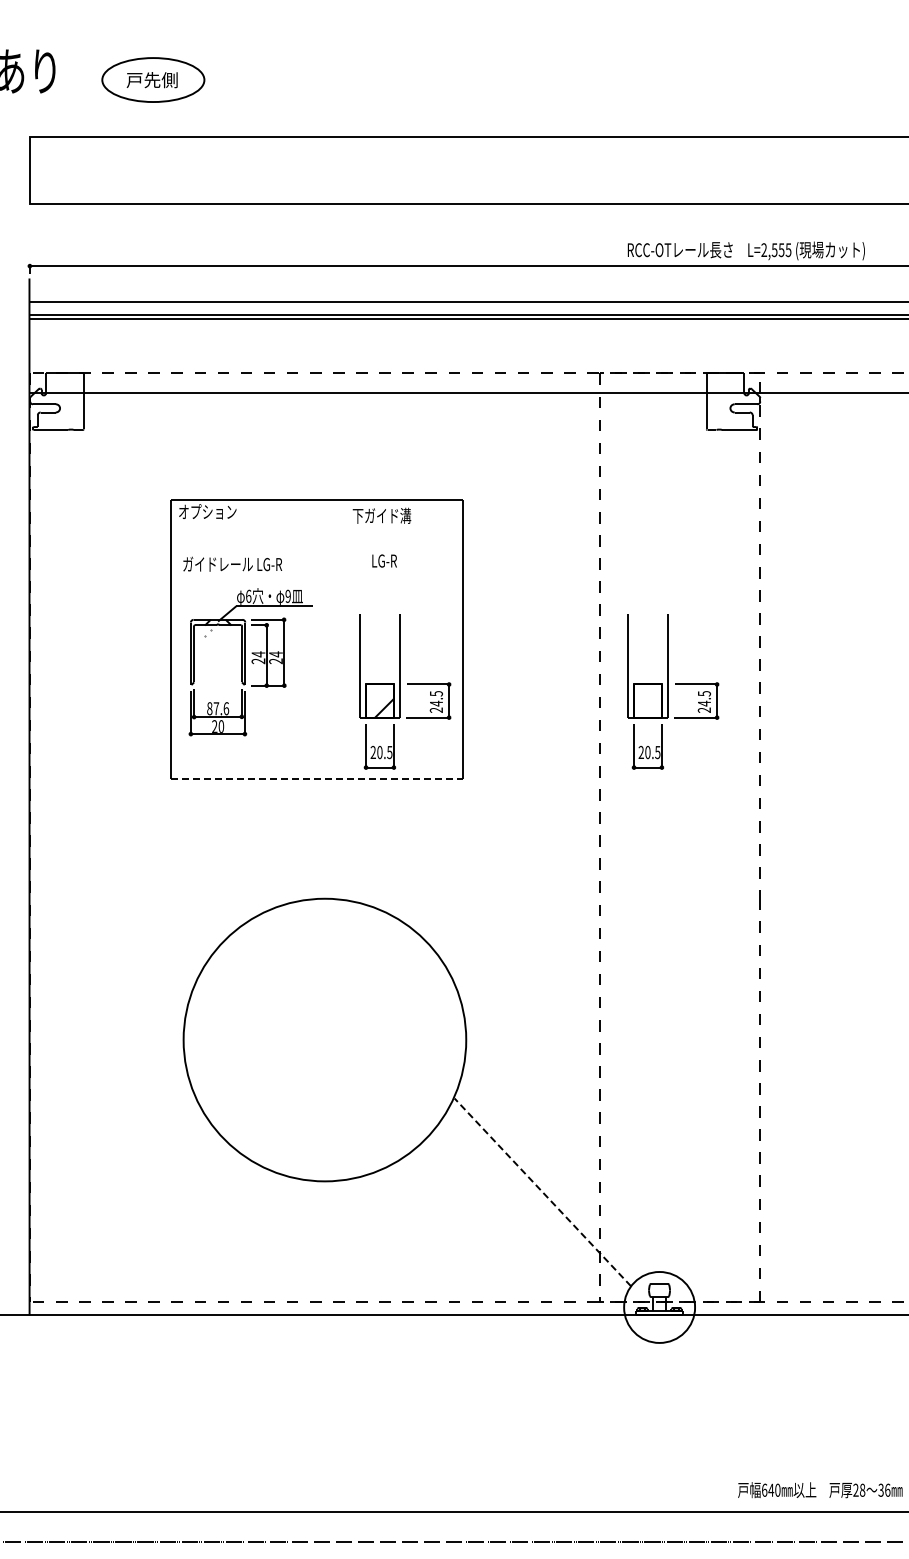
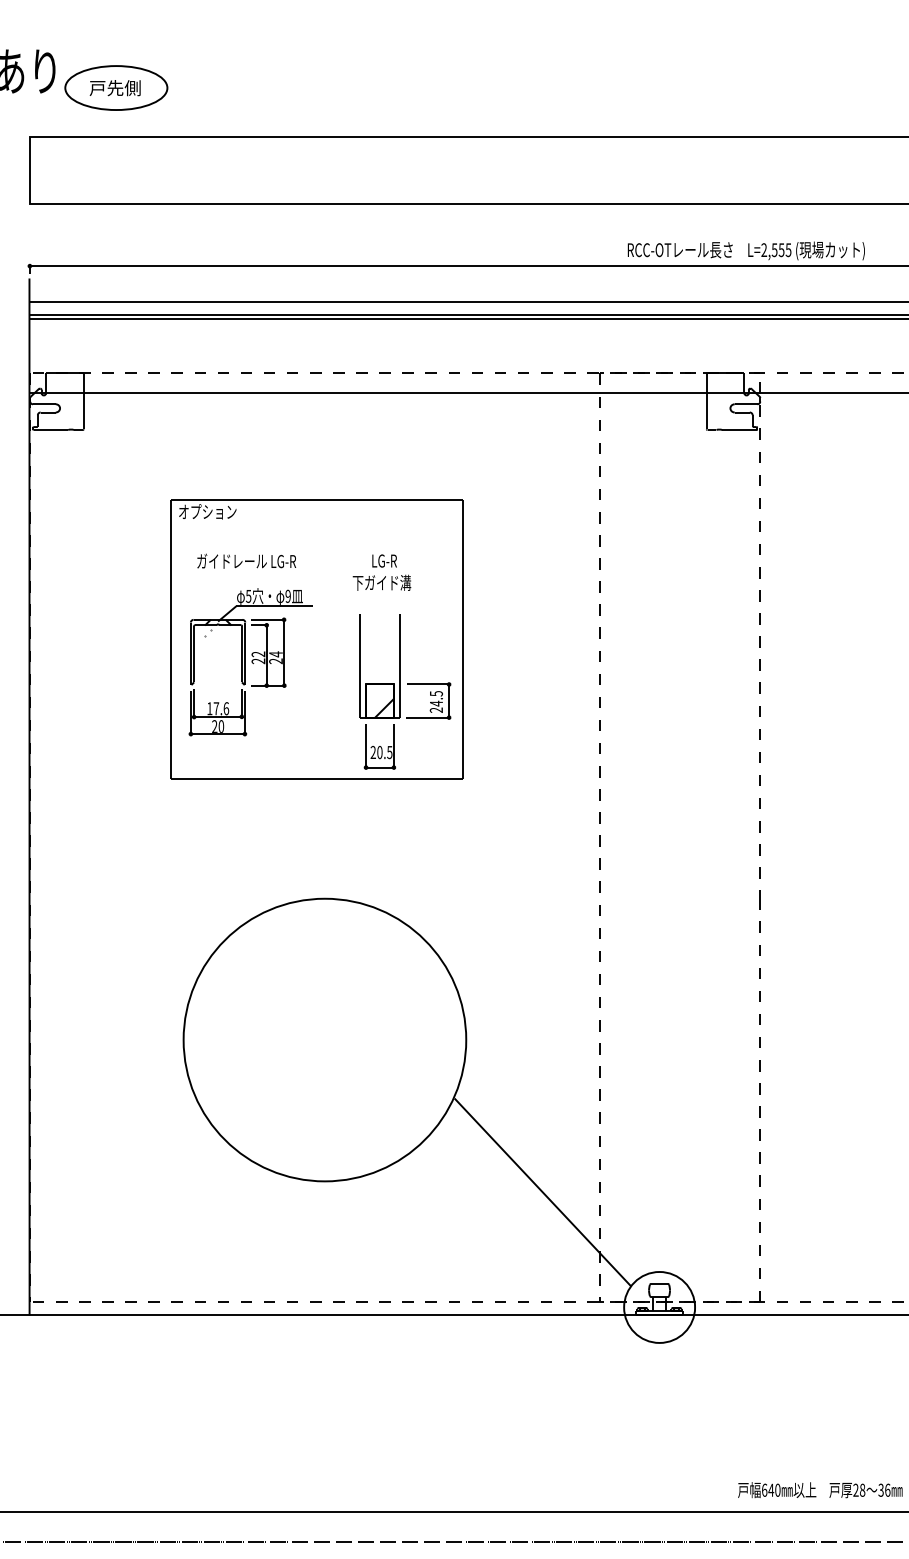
part at (153, 79) position: (153, 79) -> (116, 87)
text at (381, 515) position: (381, 515) -> (381, 582)
text at (232, 563) position: (232, 563) -> (246, 560)
text at (248, 595): 6 -> 5
text at (258, 654): 24 -> 22
part at (673, 691): present -> none
text at (209, 708): 87.6 -> 17.6
line at (317, 778): dashed -> solid
line at (542, 1192): dashed -> solid
